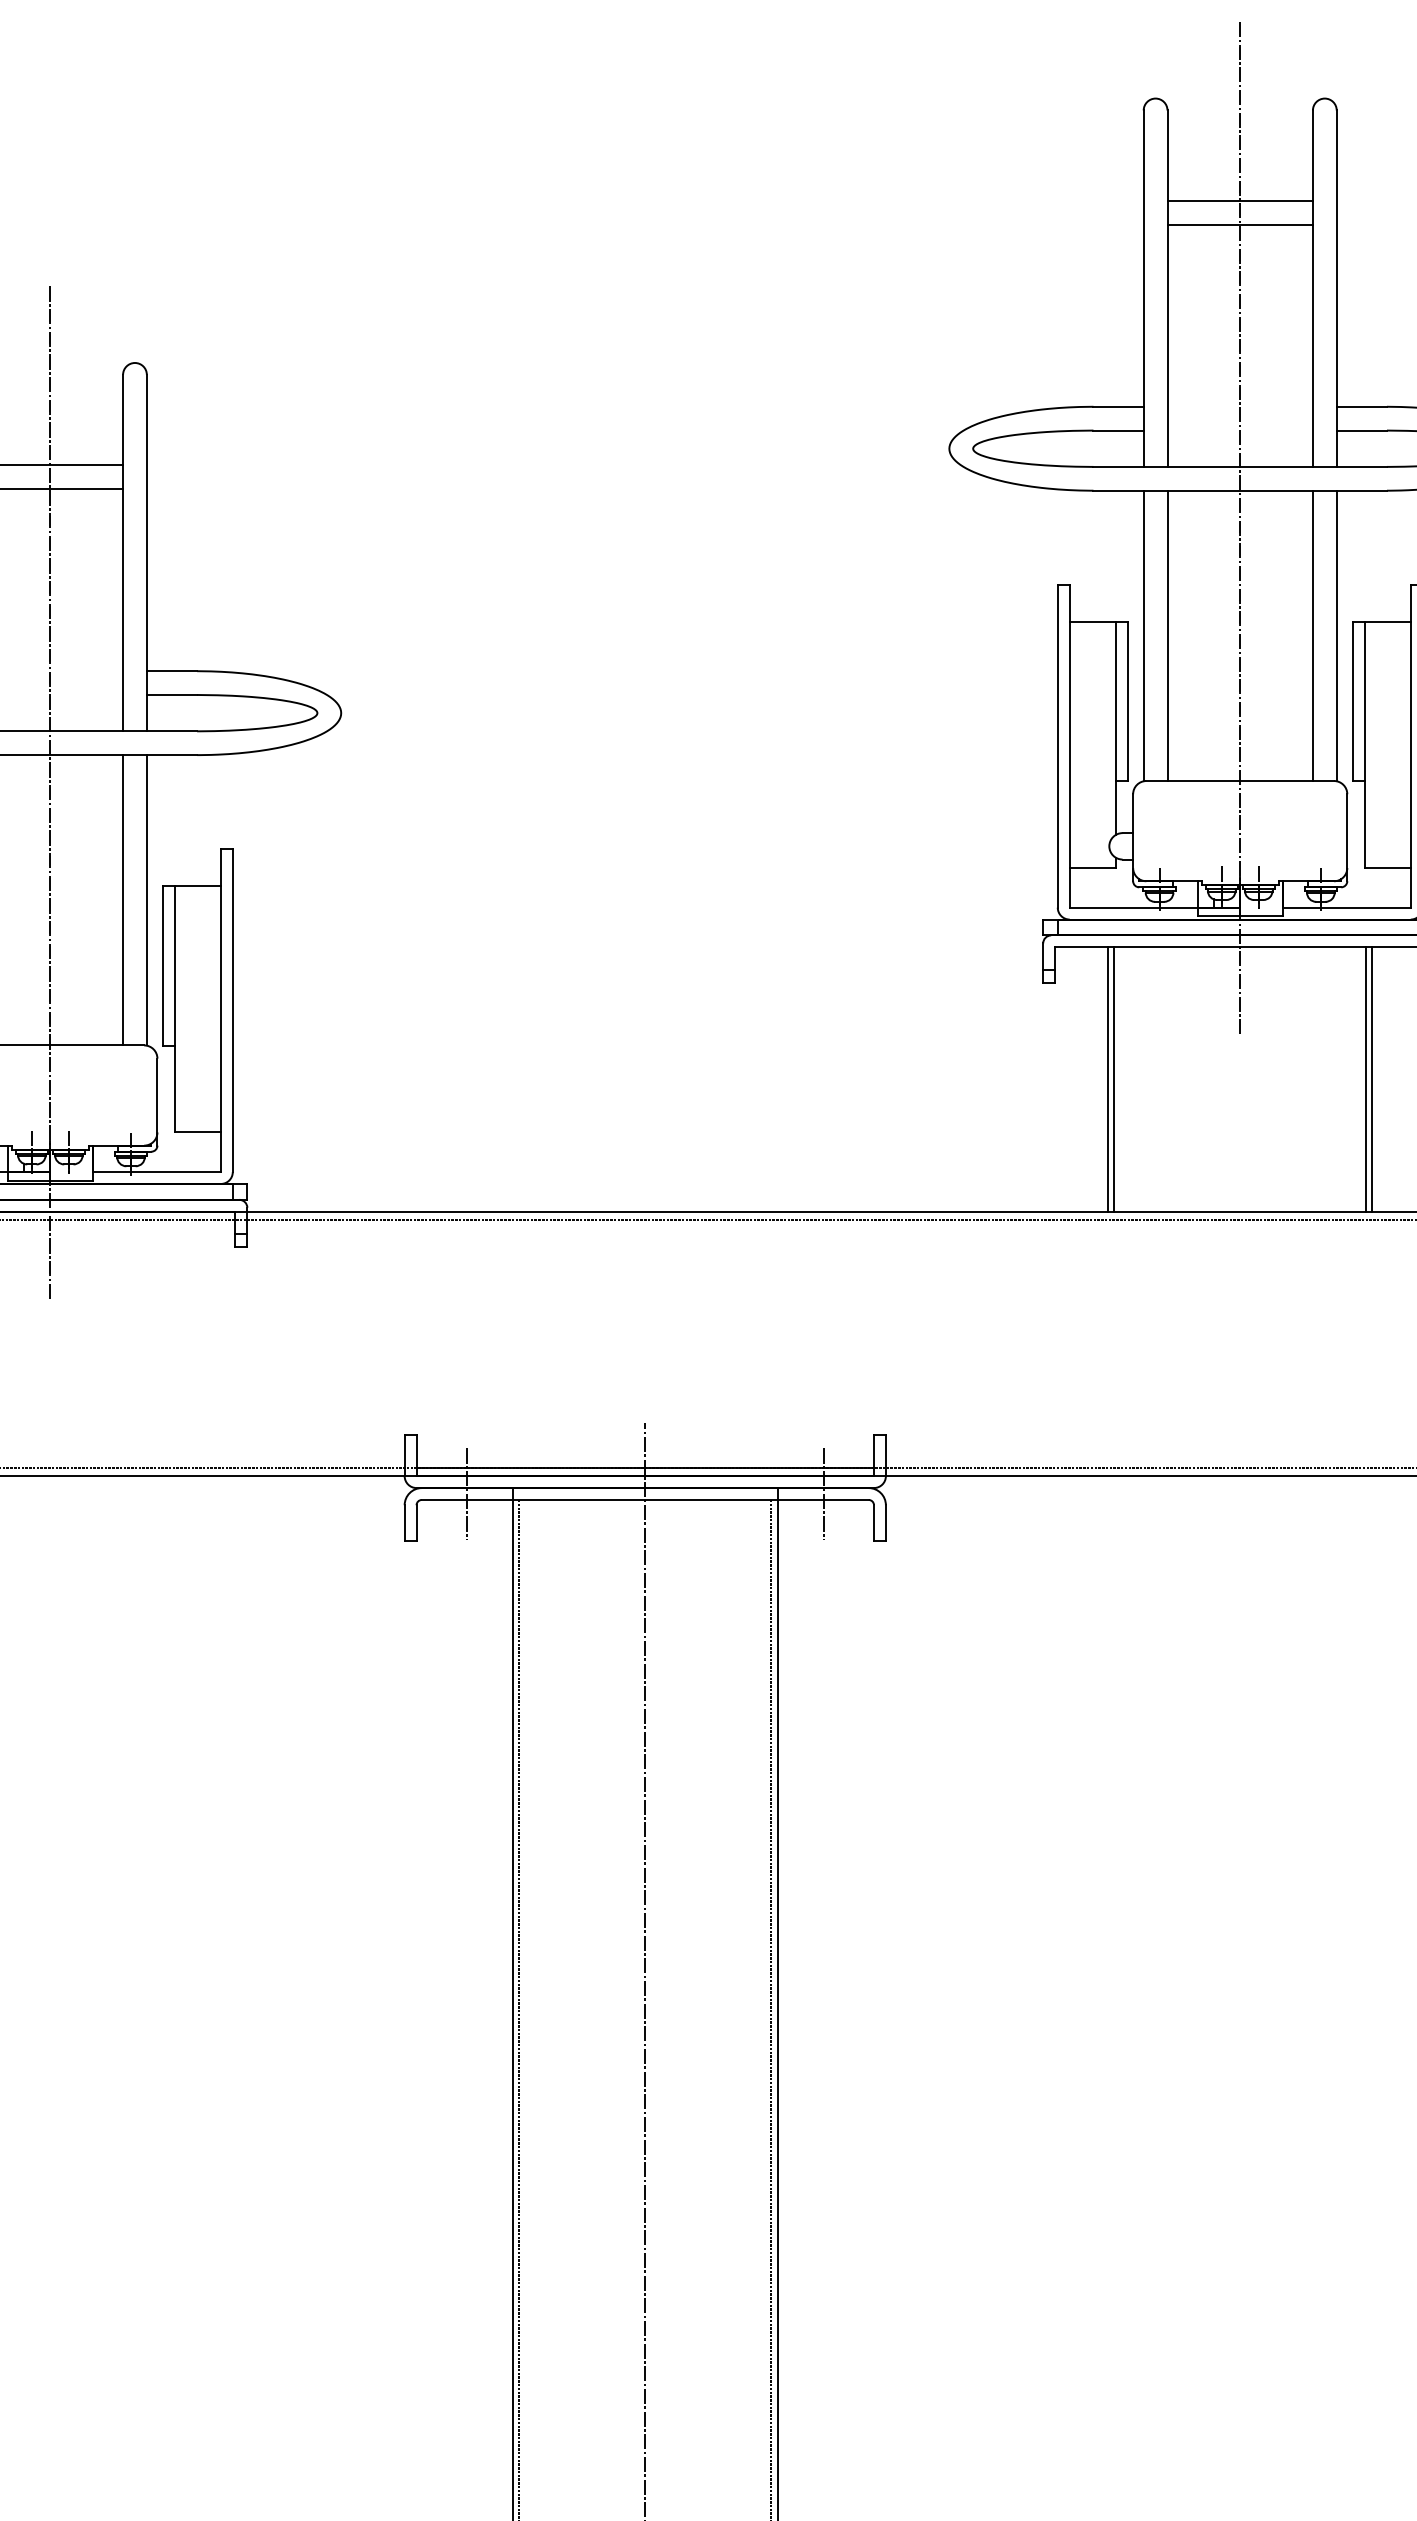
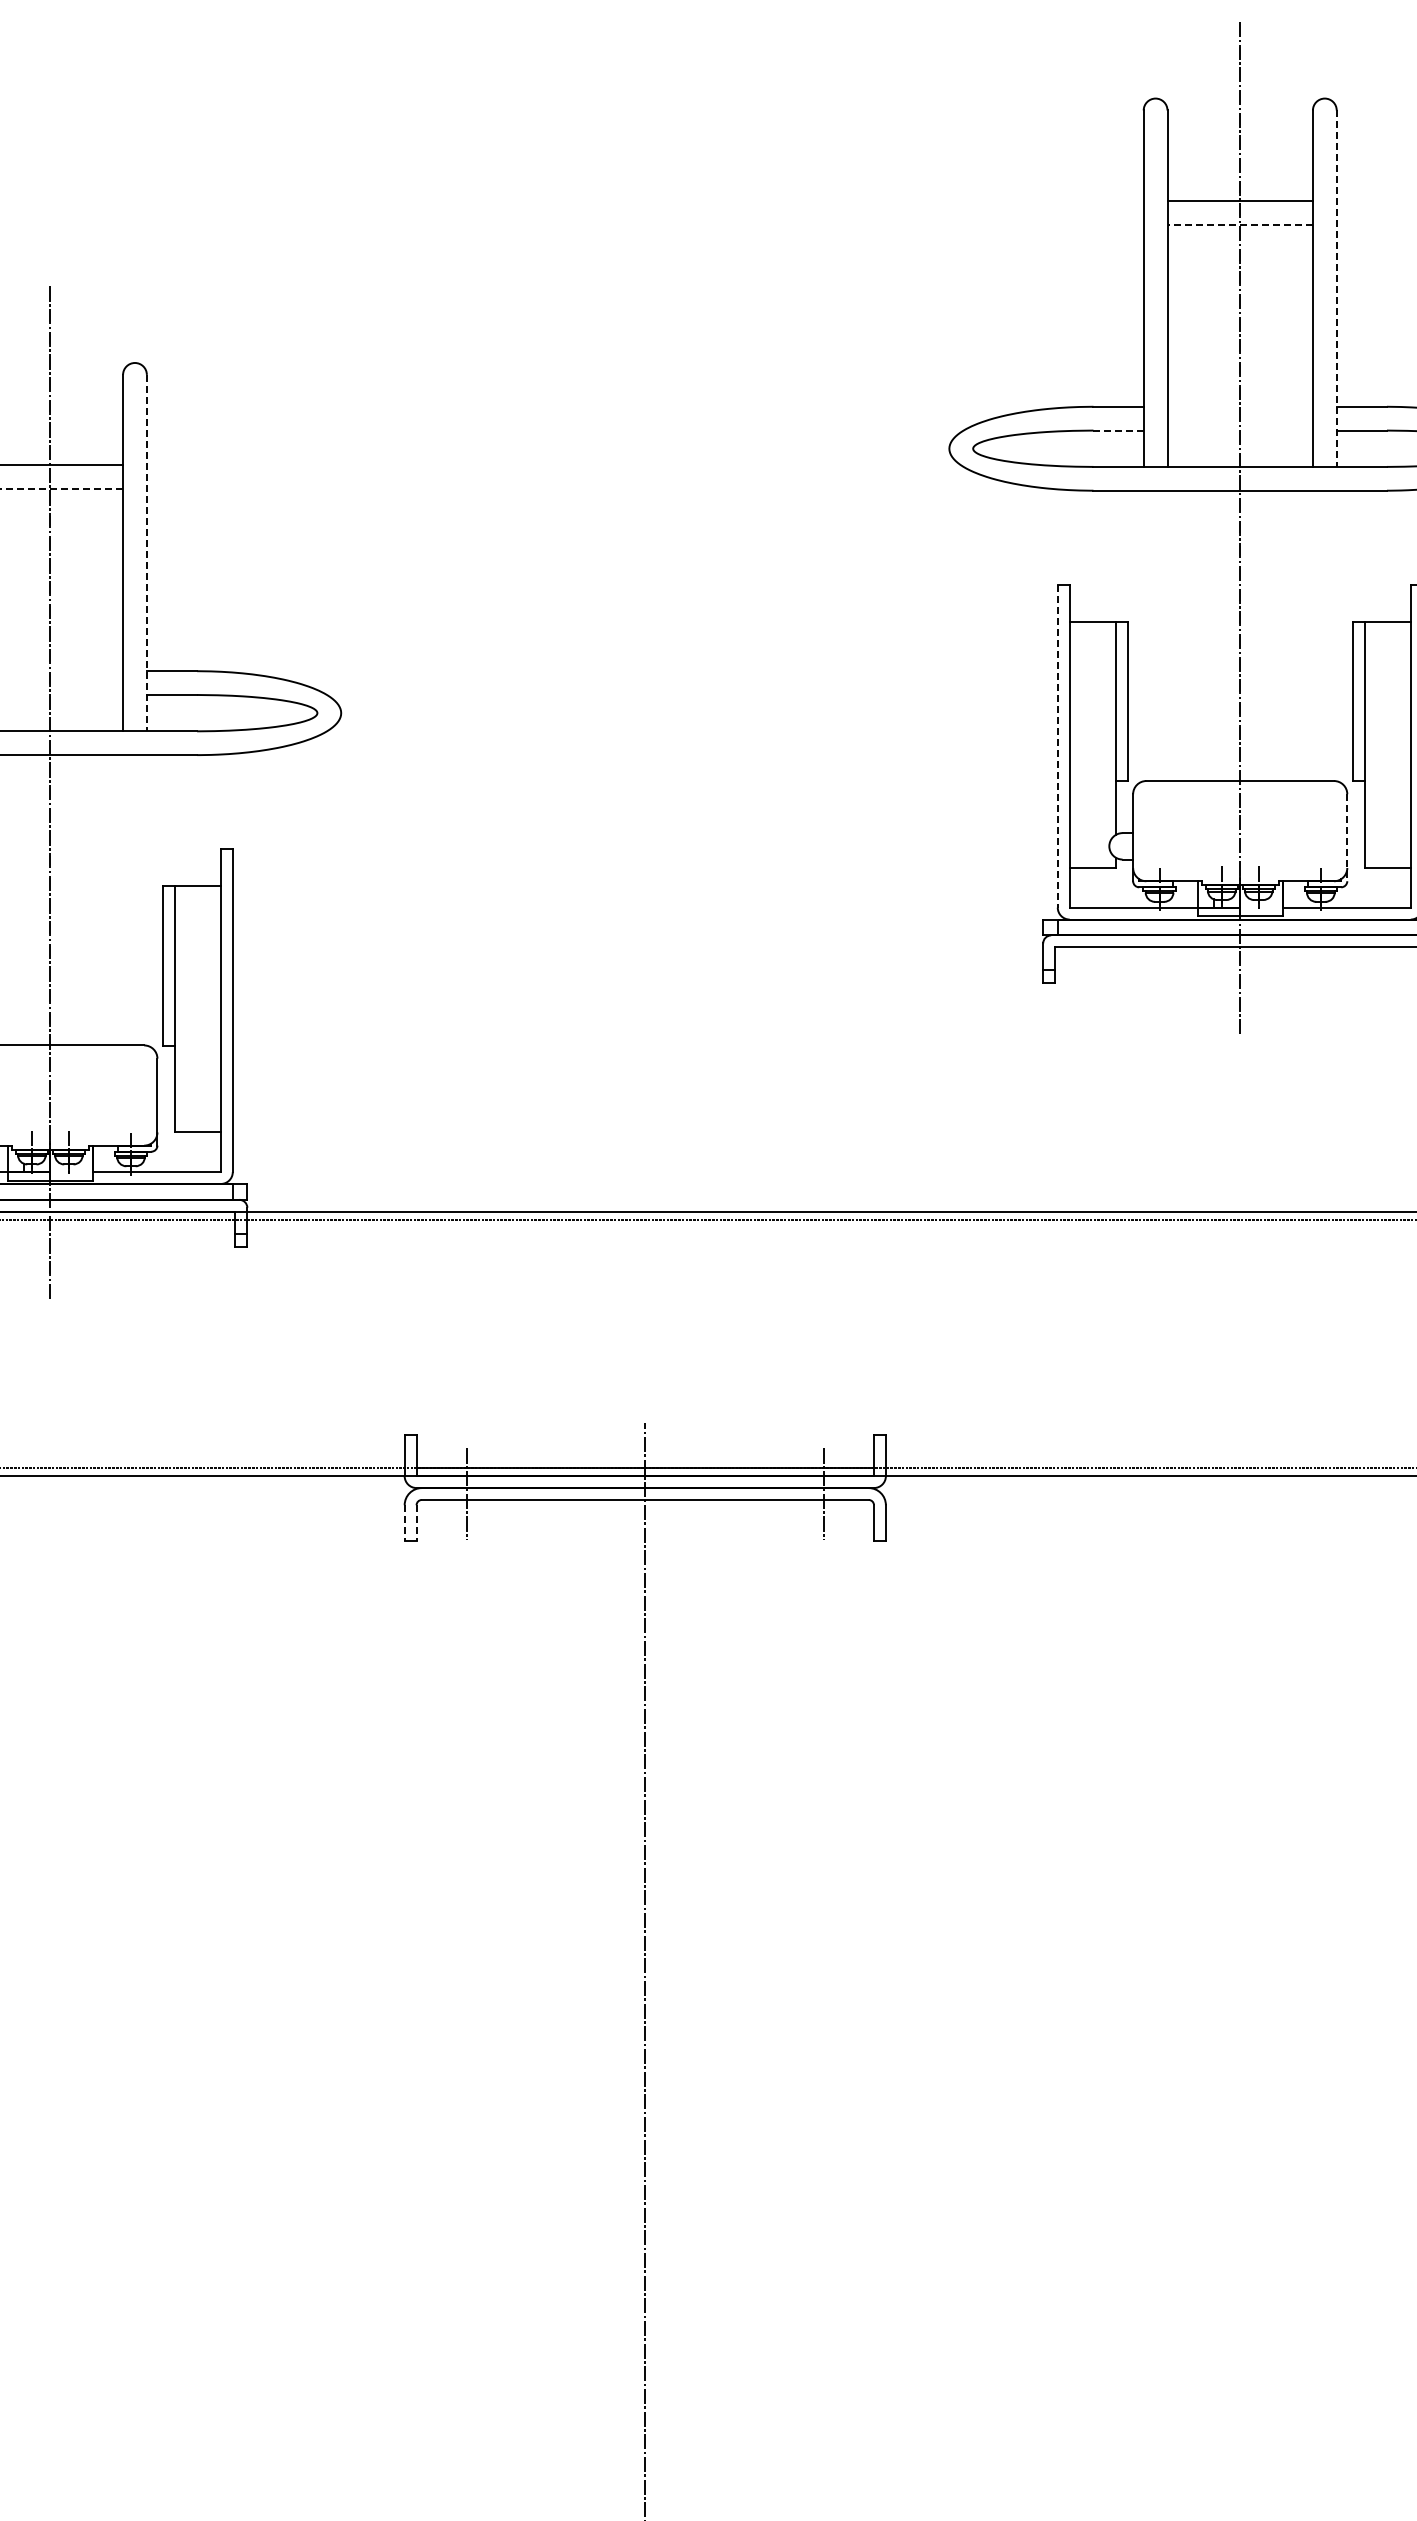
line at (1240, 224): solid -> dashed
line at (1336, 289): solid -> dashed
line at (1118, 430): solid -> dashed
line at (61, 489): solid -> dashed
line at (146, 553): solid -> dashed
line at (1143, 635): present -> none
line at (1167, 635): present -> none
line at (1312, 635): present -> none
line at (1336, 635): present -> none
line at (1057, 746): solid -> dashed
line at (1347, 838): solid -> dashed
line at (123, 900): present -> none
line at (146, 900): present -> none
line at (1108, 1079): present -> none
line at (1114, 1079): present -> none
line at (1366, 1079): present -> none
line at (1372, 1079): present -> none
line at (404, 1523): solid -> dashed
line at (416, 1523): solid -> dashed
line at (513, 2002): present -> none
line at (777, 2002): present -> none
line at (519, 2008): present -> none
line at (771, 2008): present -> none
